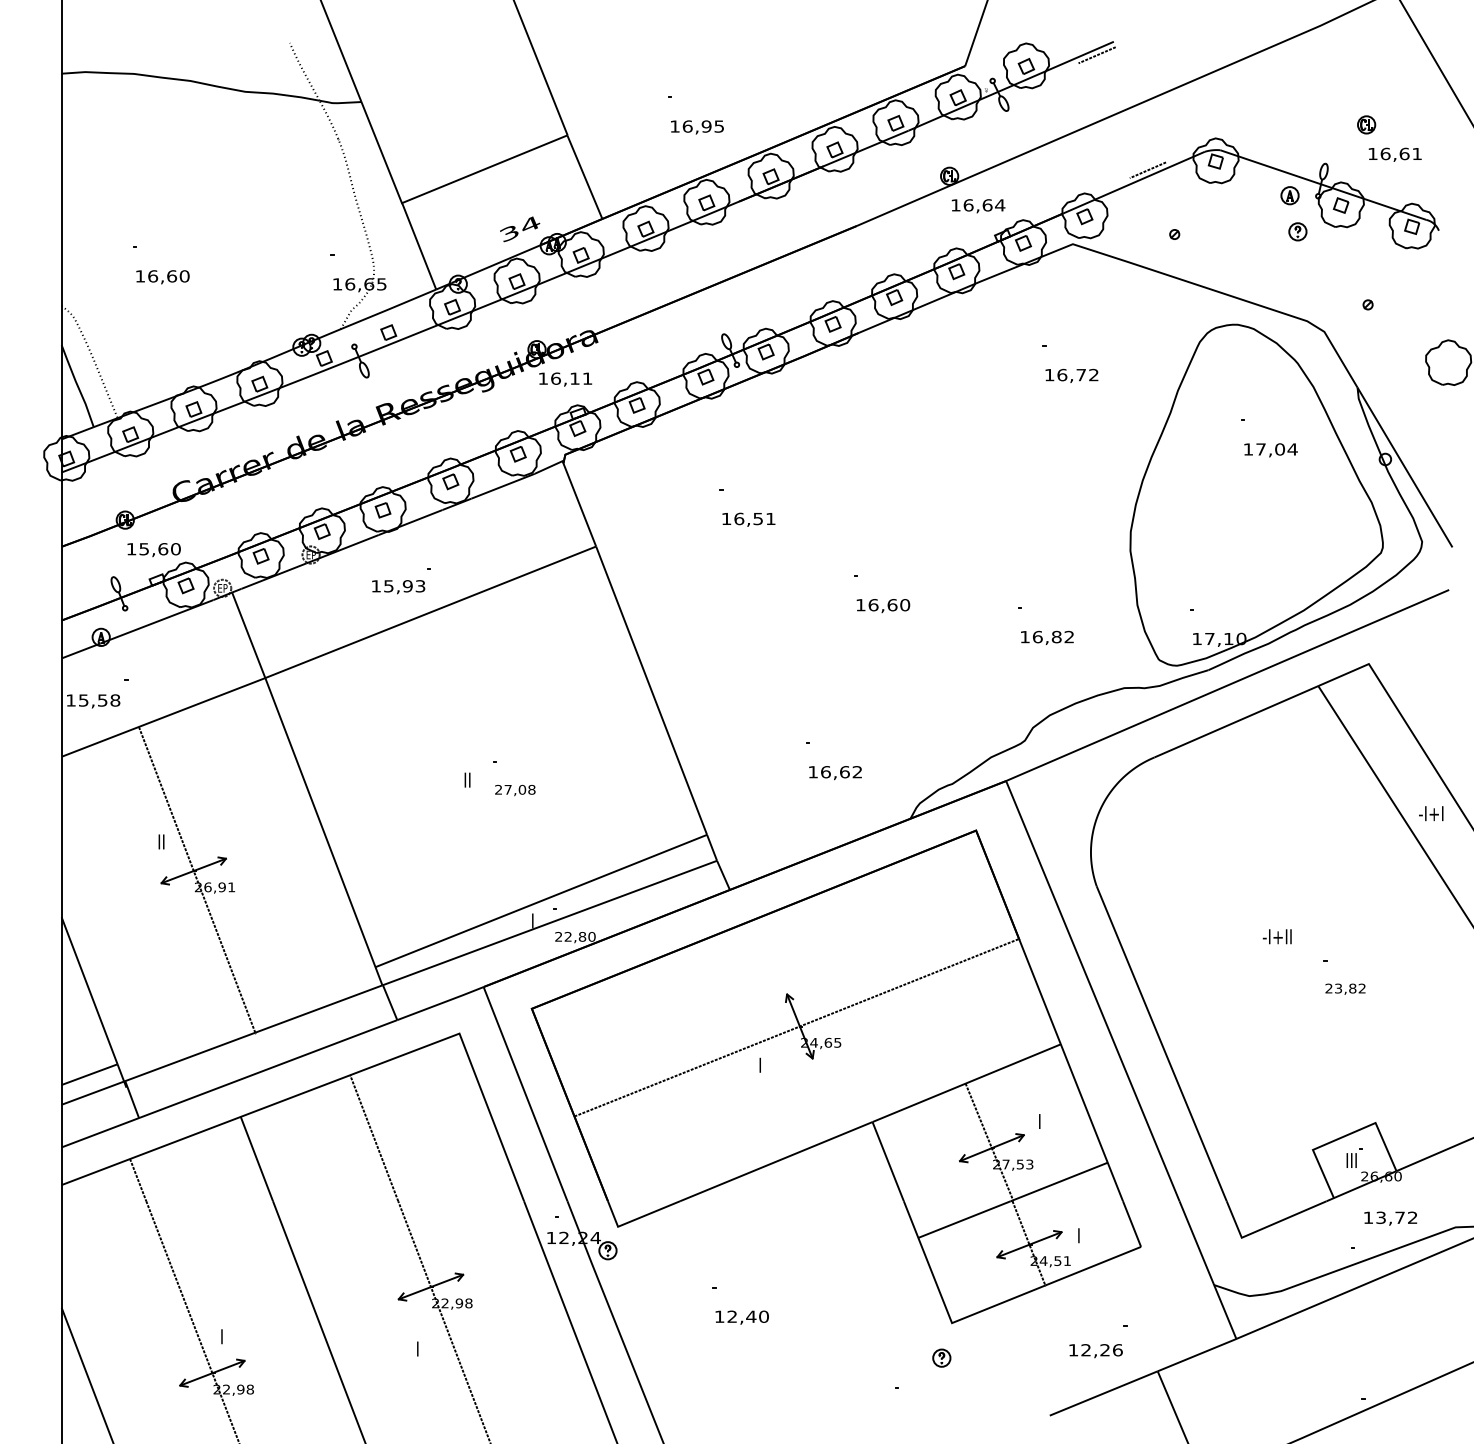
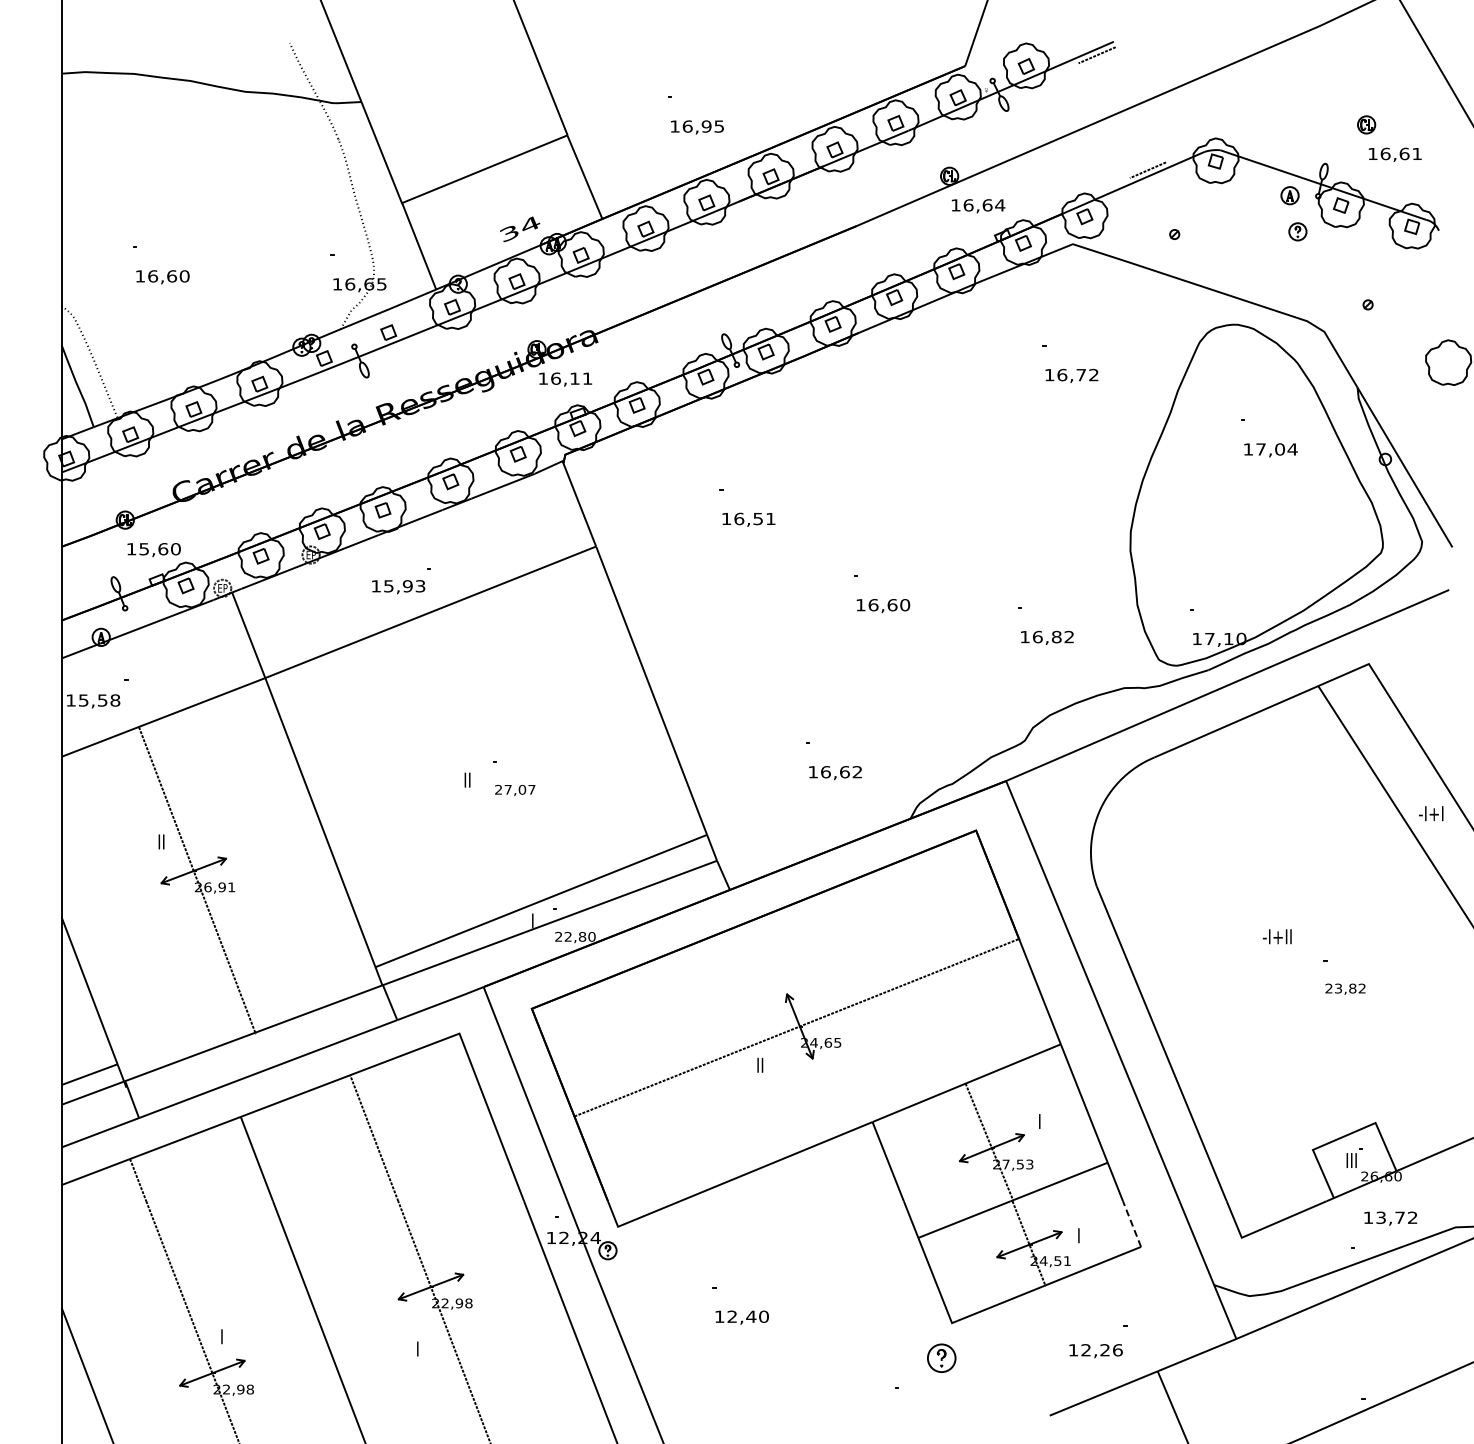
text at (531, 789): 27,08 -> 27,07
text at (760, 1064): I -> II
line at (1132, 1224): solid -> dashed
part at (941, 1357) size: 20x20 px -> 30x30 px
